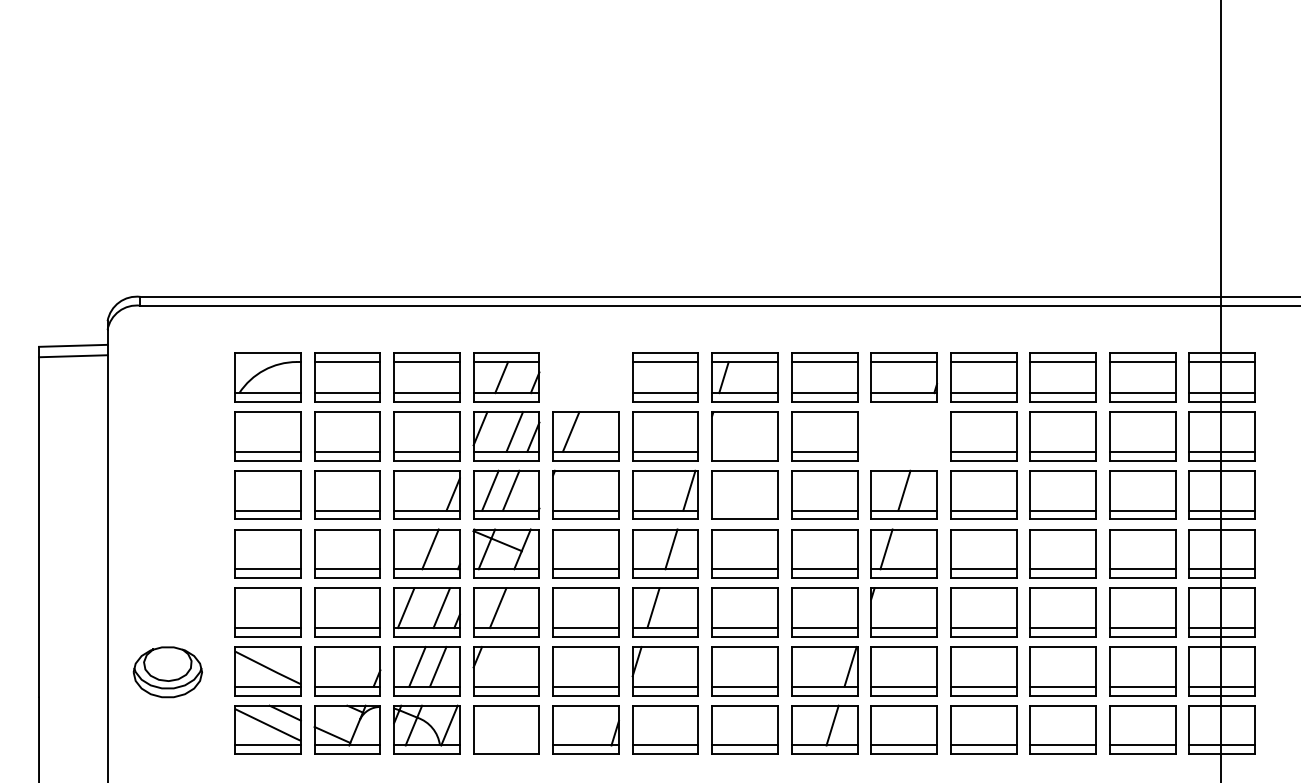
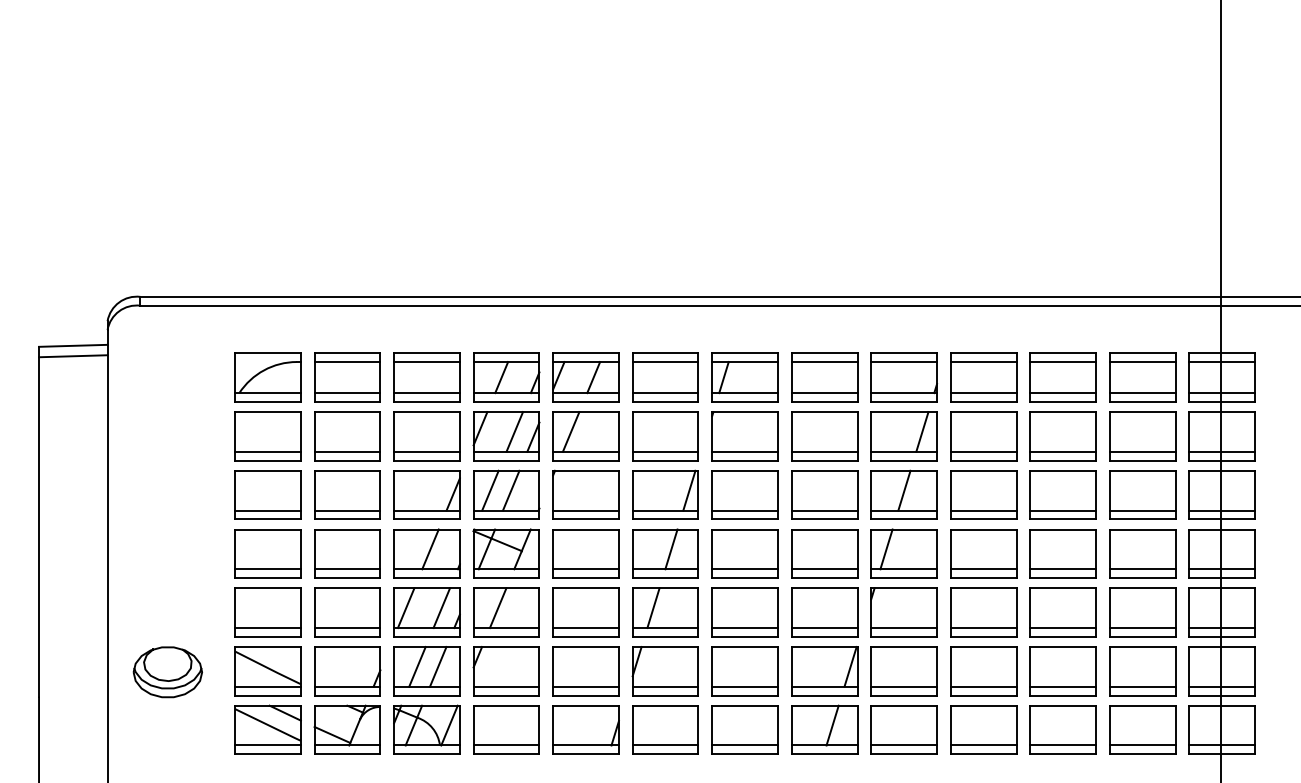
part at (585, 377): none -> present
part at (903, 436): none -> present
line at (745, 451): none -> present
line at (745, 510): none -> present
line at (506, 745): none -> present
